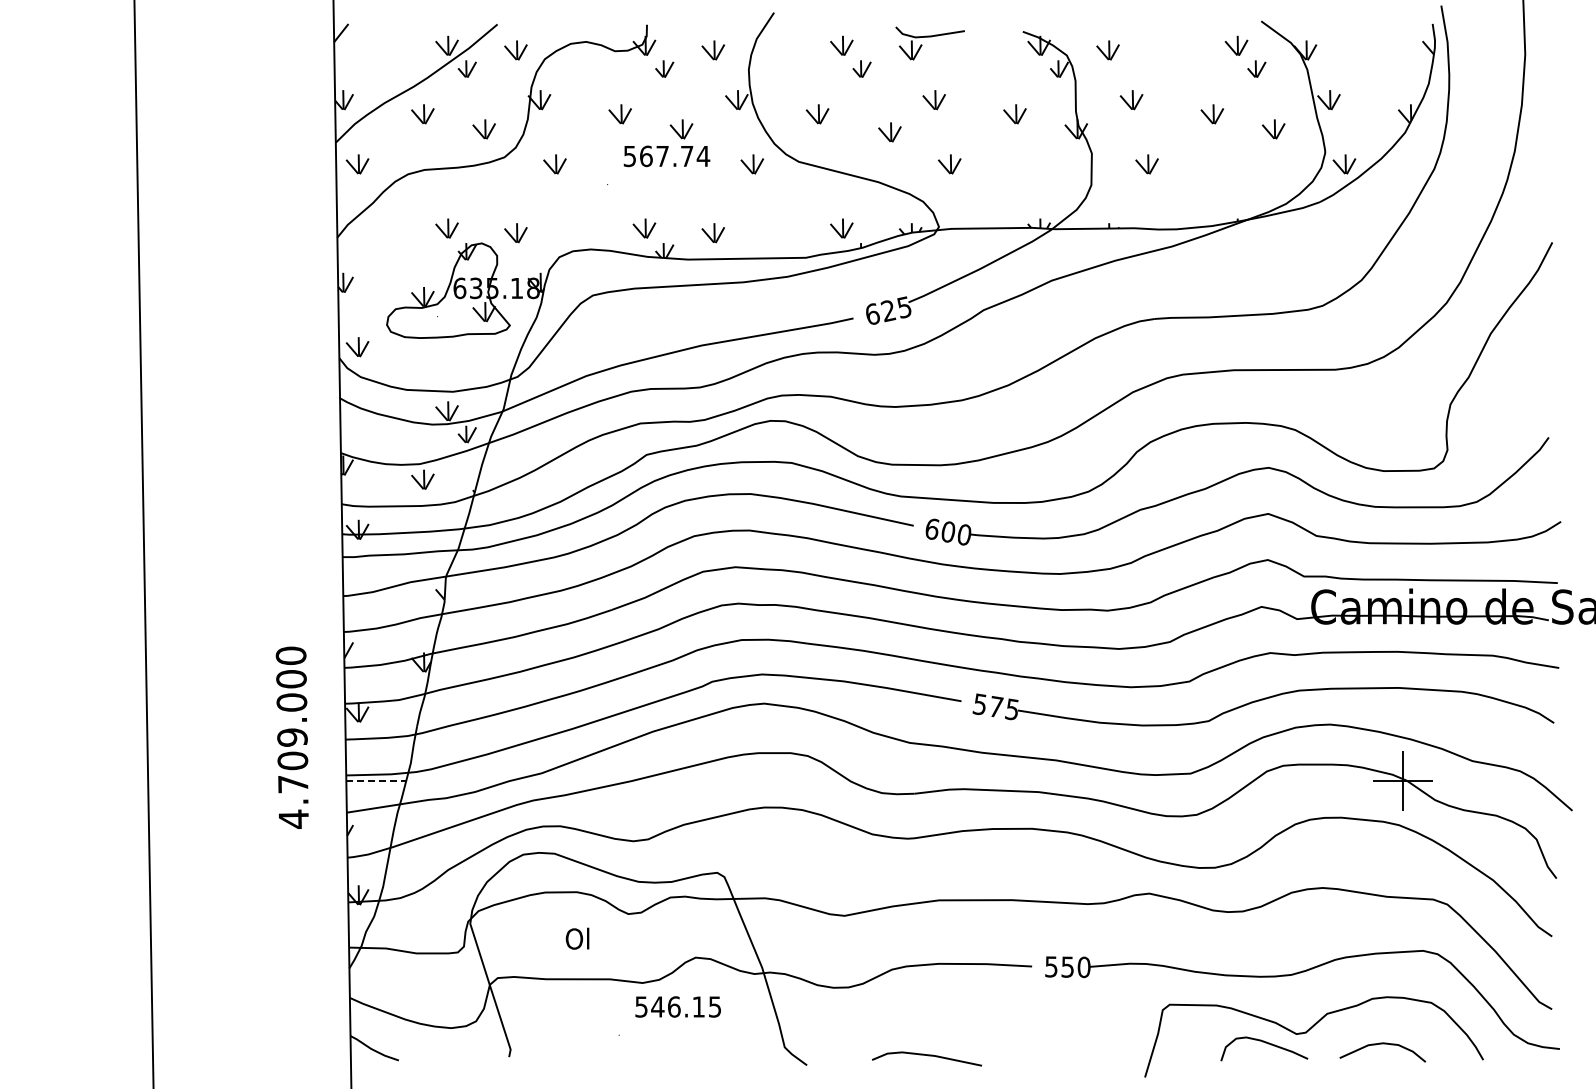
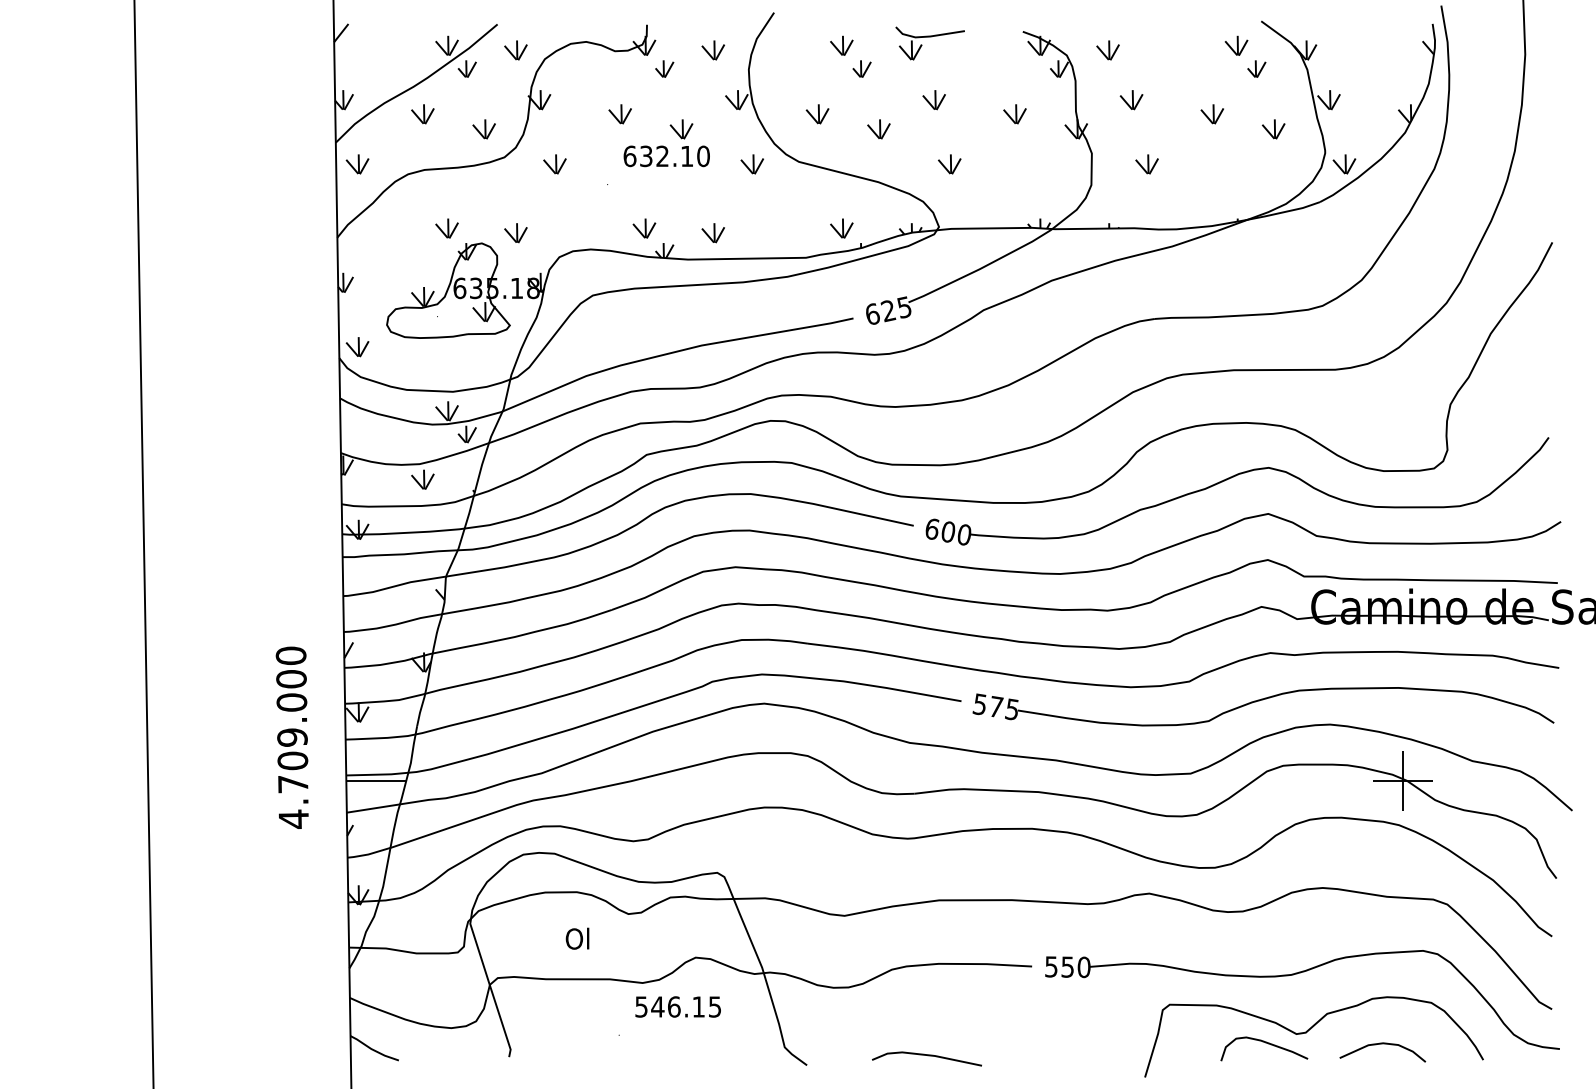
part at (889, 132) position: (889, 132) -> (878, 129)
text at (666, 156): 567.74 -> 632.10
line at (376, 780): dashed -> solid
